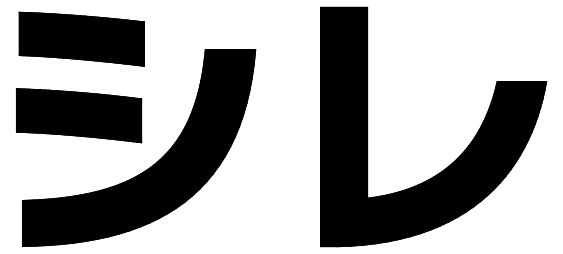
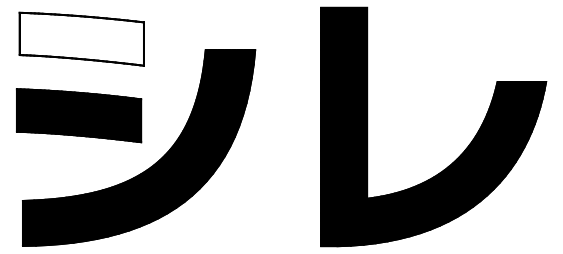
fill at (81, 38): present -> none
